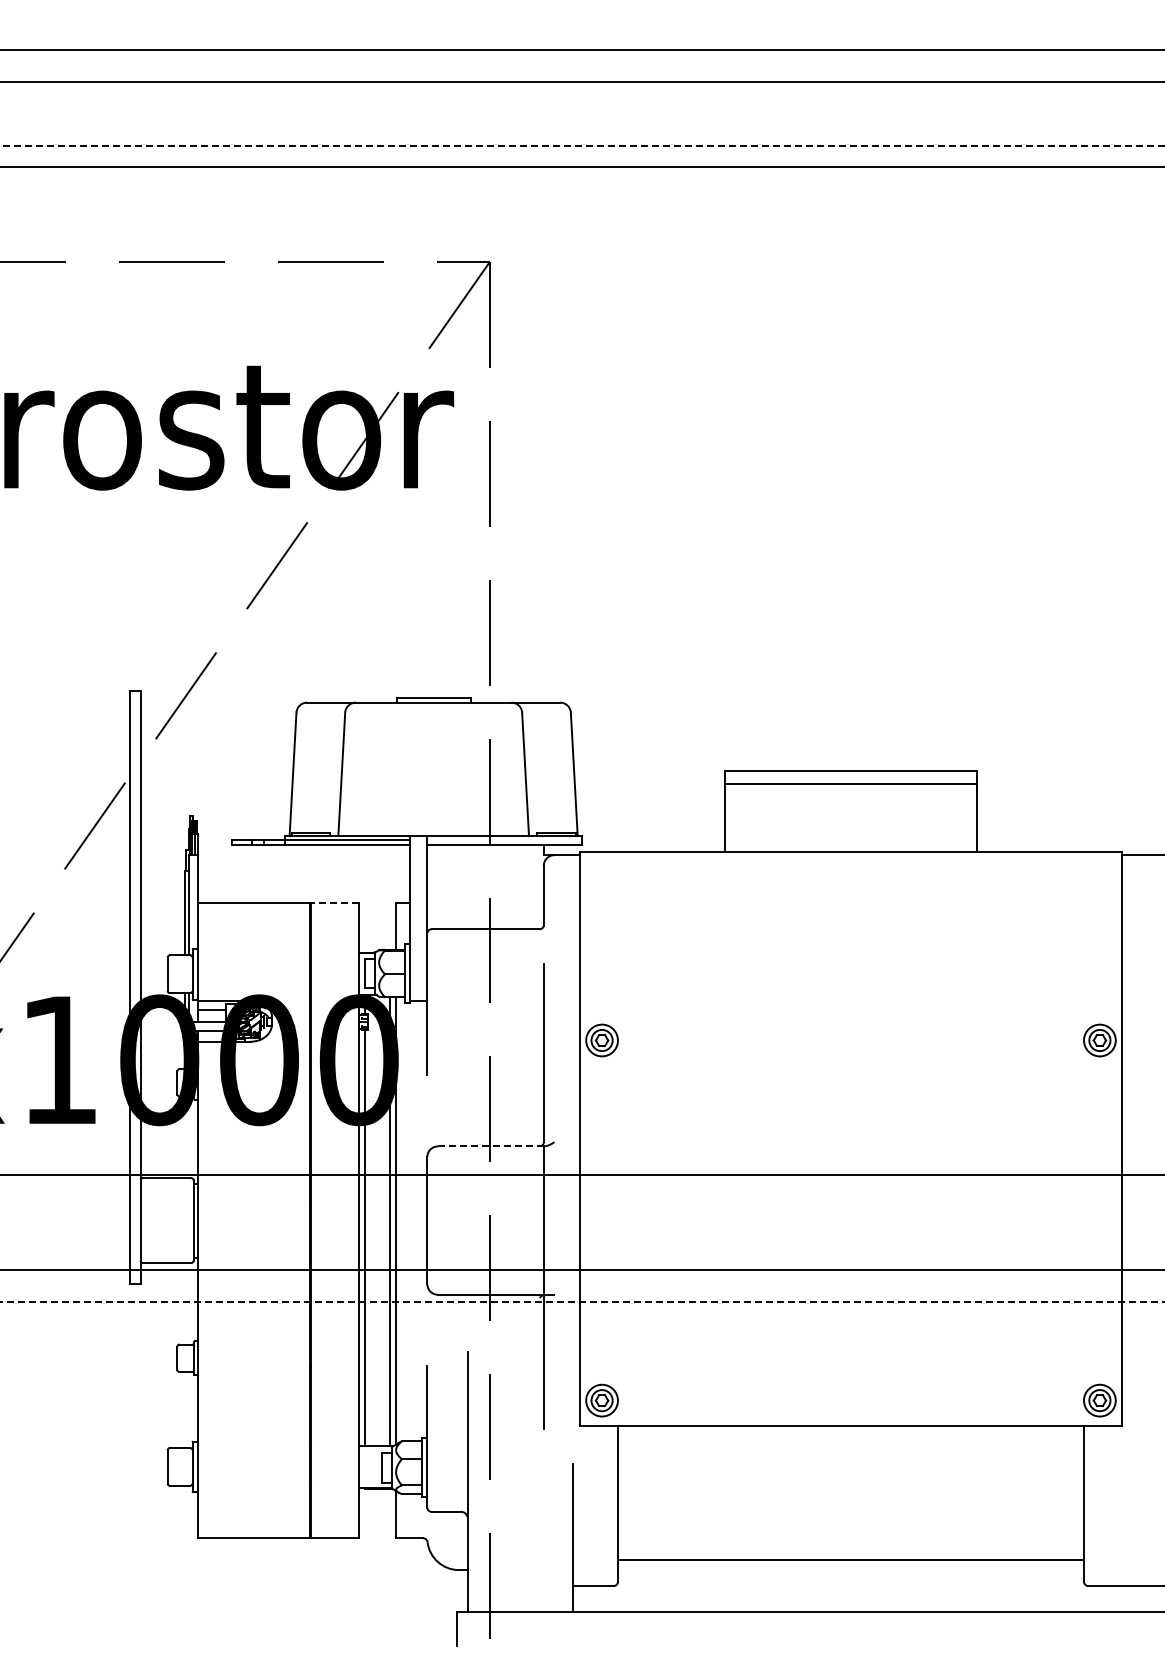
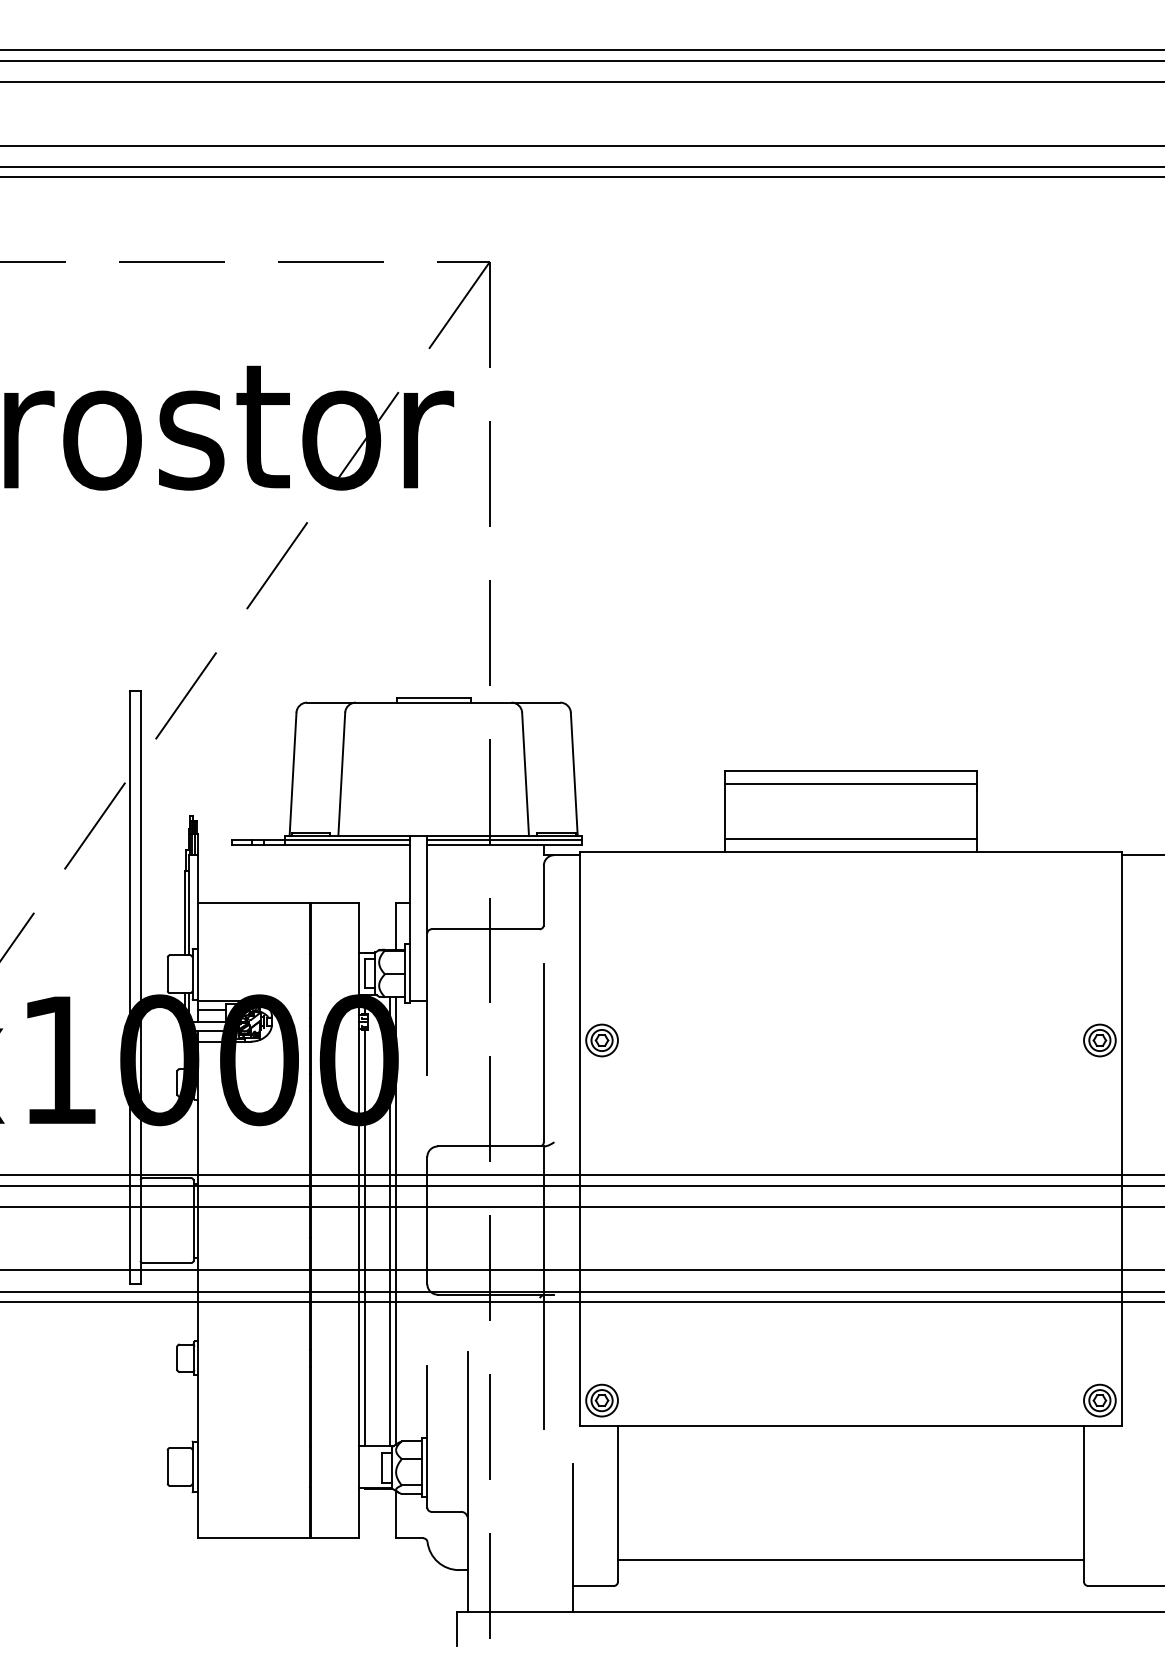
line at (581, 60): none -> present
line at (582, 145): dashed -> solid
line at (581, 177): none -> present
line at (850, 839): none -> present
line at (504, 840): none -> present
line at (334, 902): dashed -> solid
line at (491, 1146): dashed -> solid
line at (581, 1185): none -> present
line at (581, 1206): none -> present
line at (581, 1291): none -> present
line at (582, 1302): dashed -> solid
